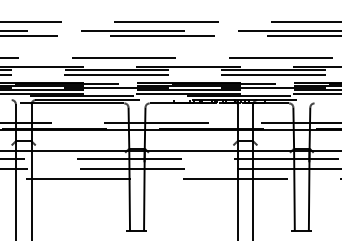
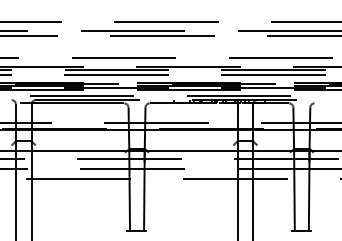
line at (170, 93): present -> none
